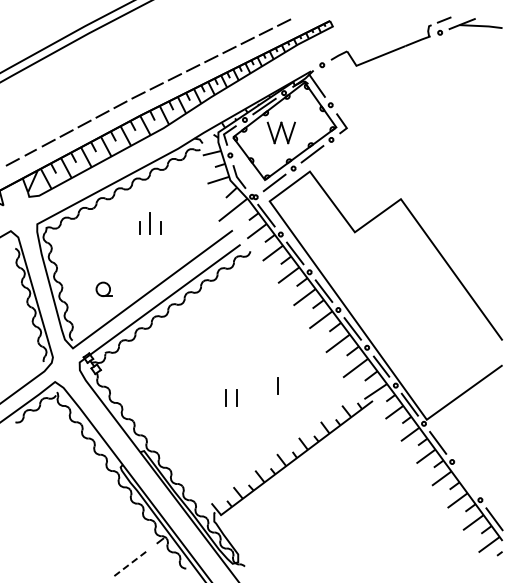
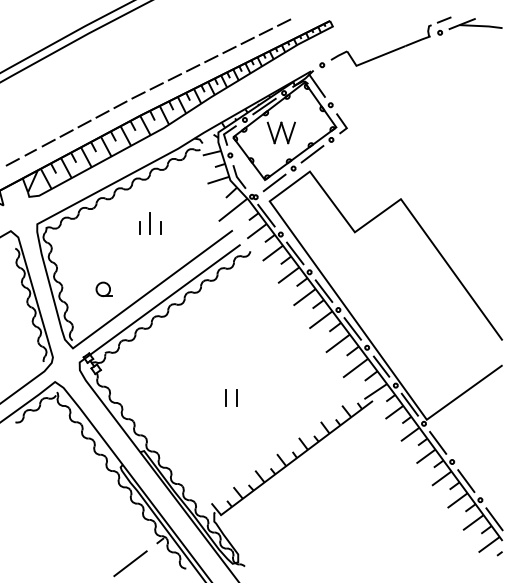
line at (277, 385): present -> none
line at (466, 481): none -> present
line at (130, 563): dashed -> solid
